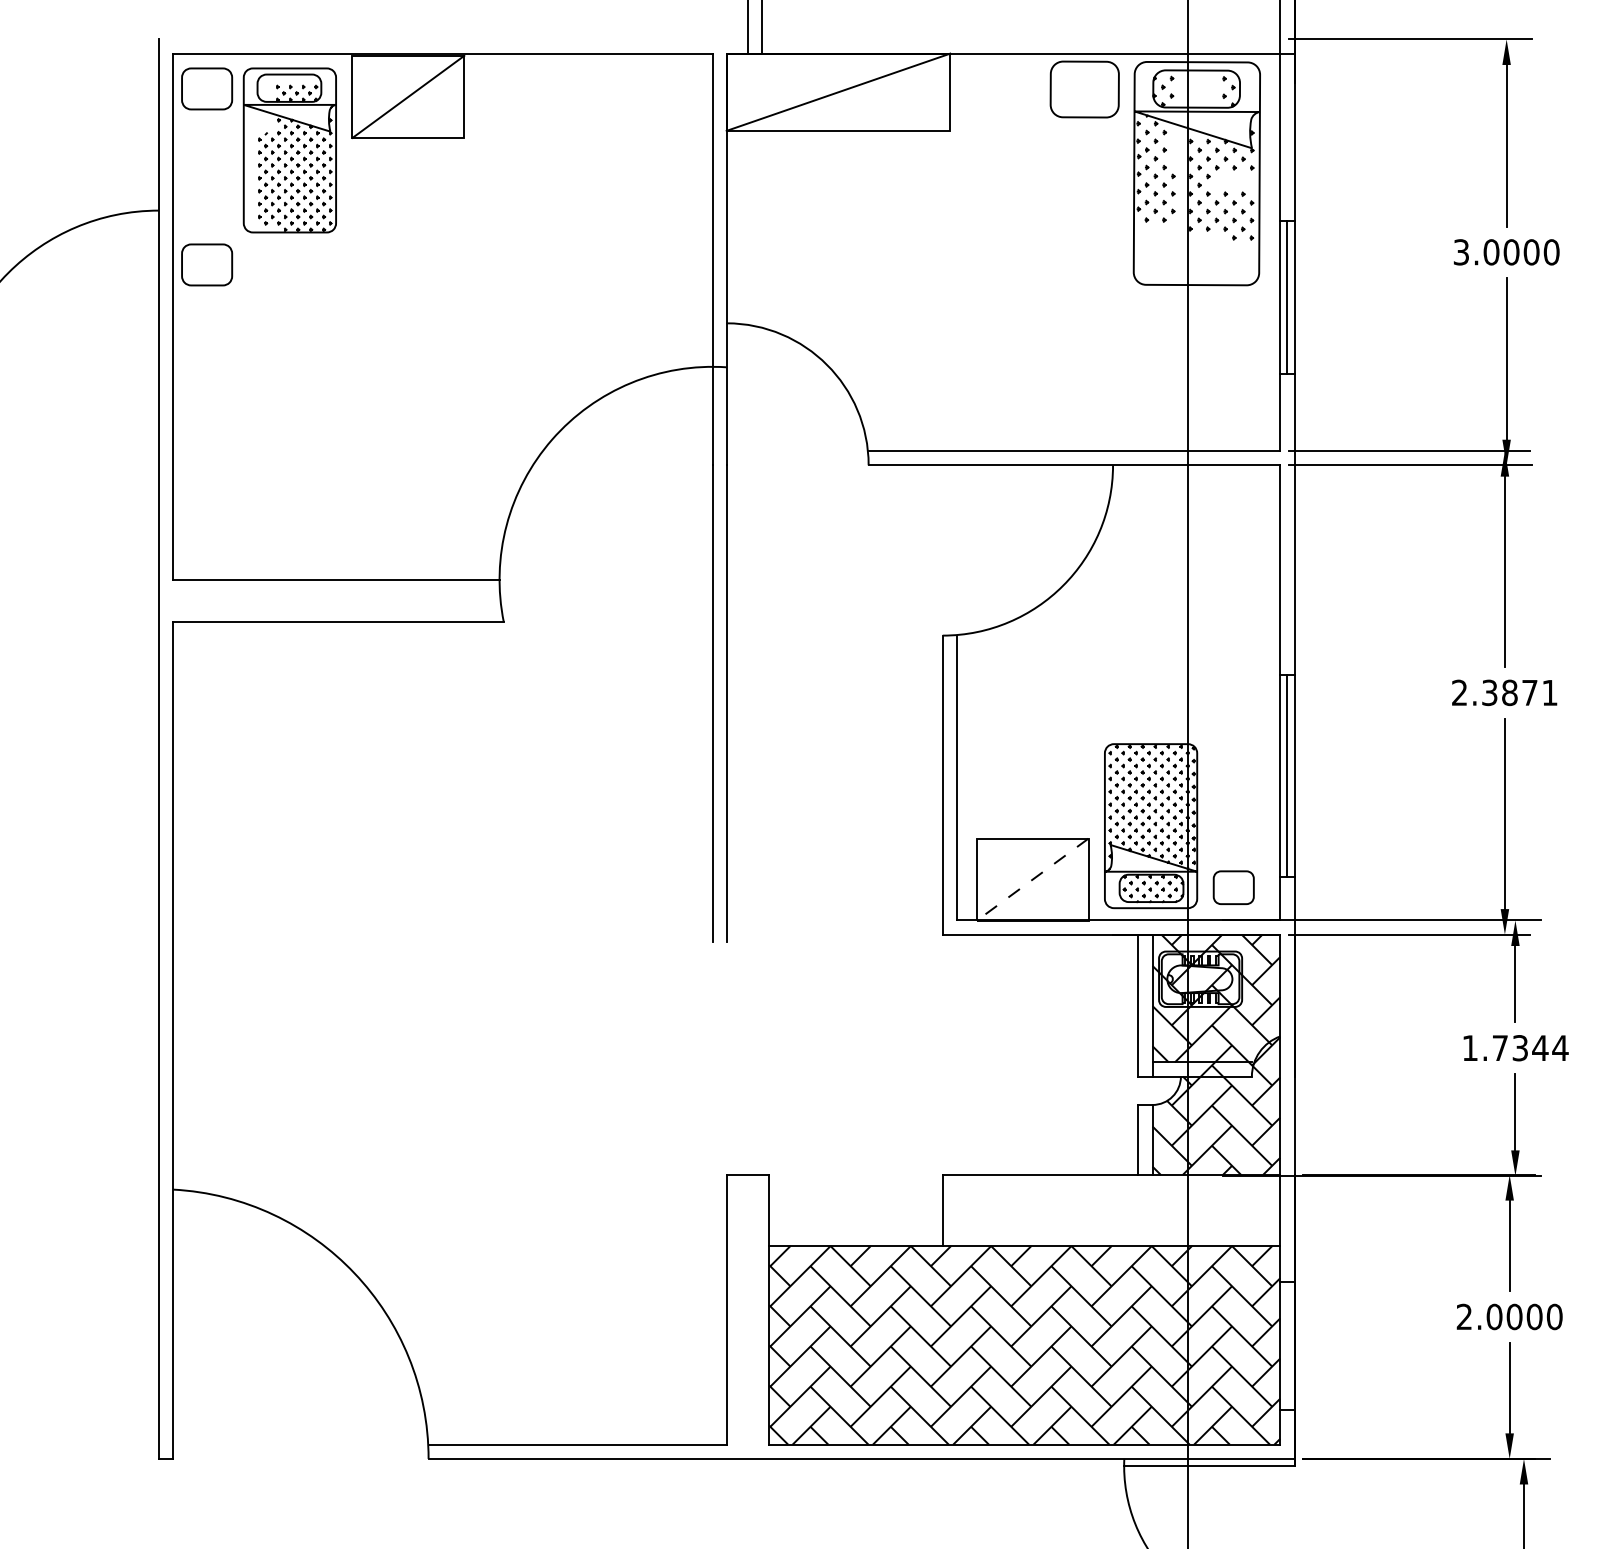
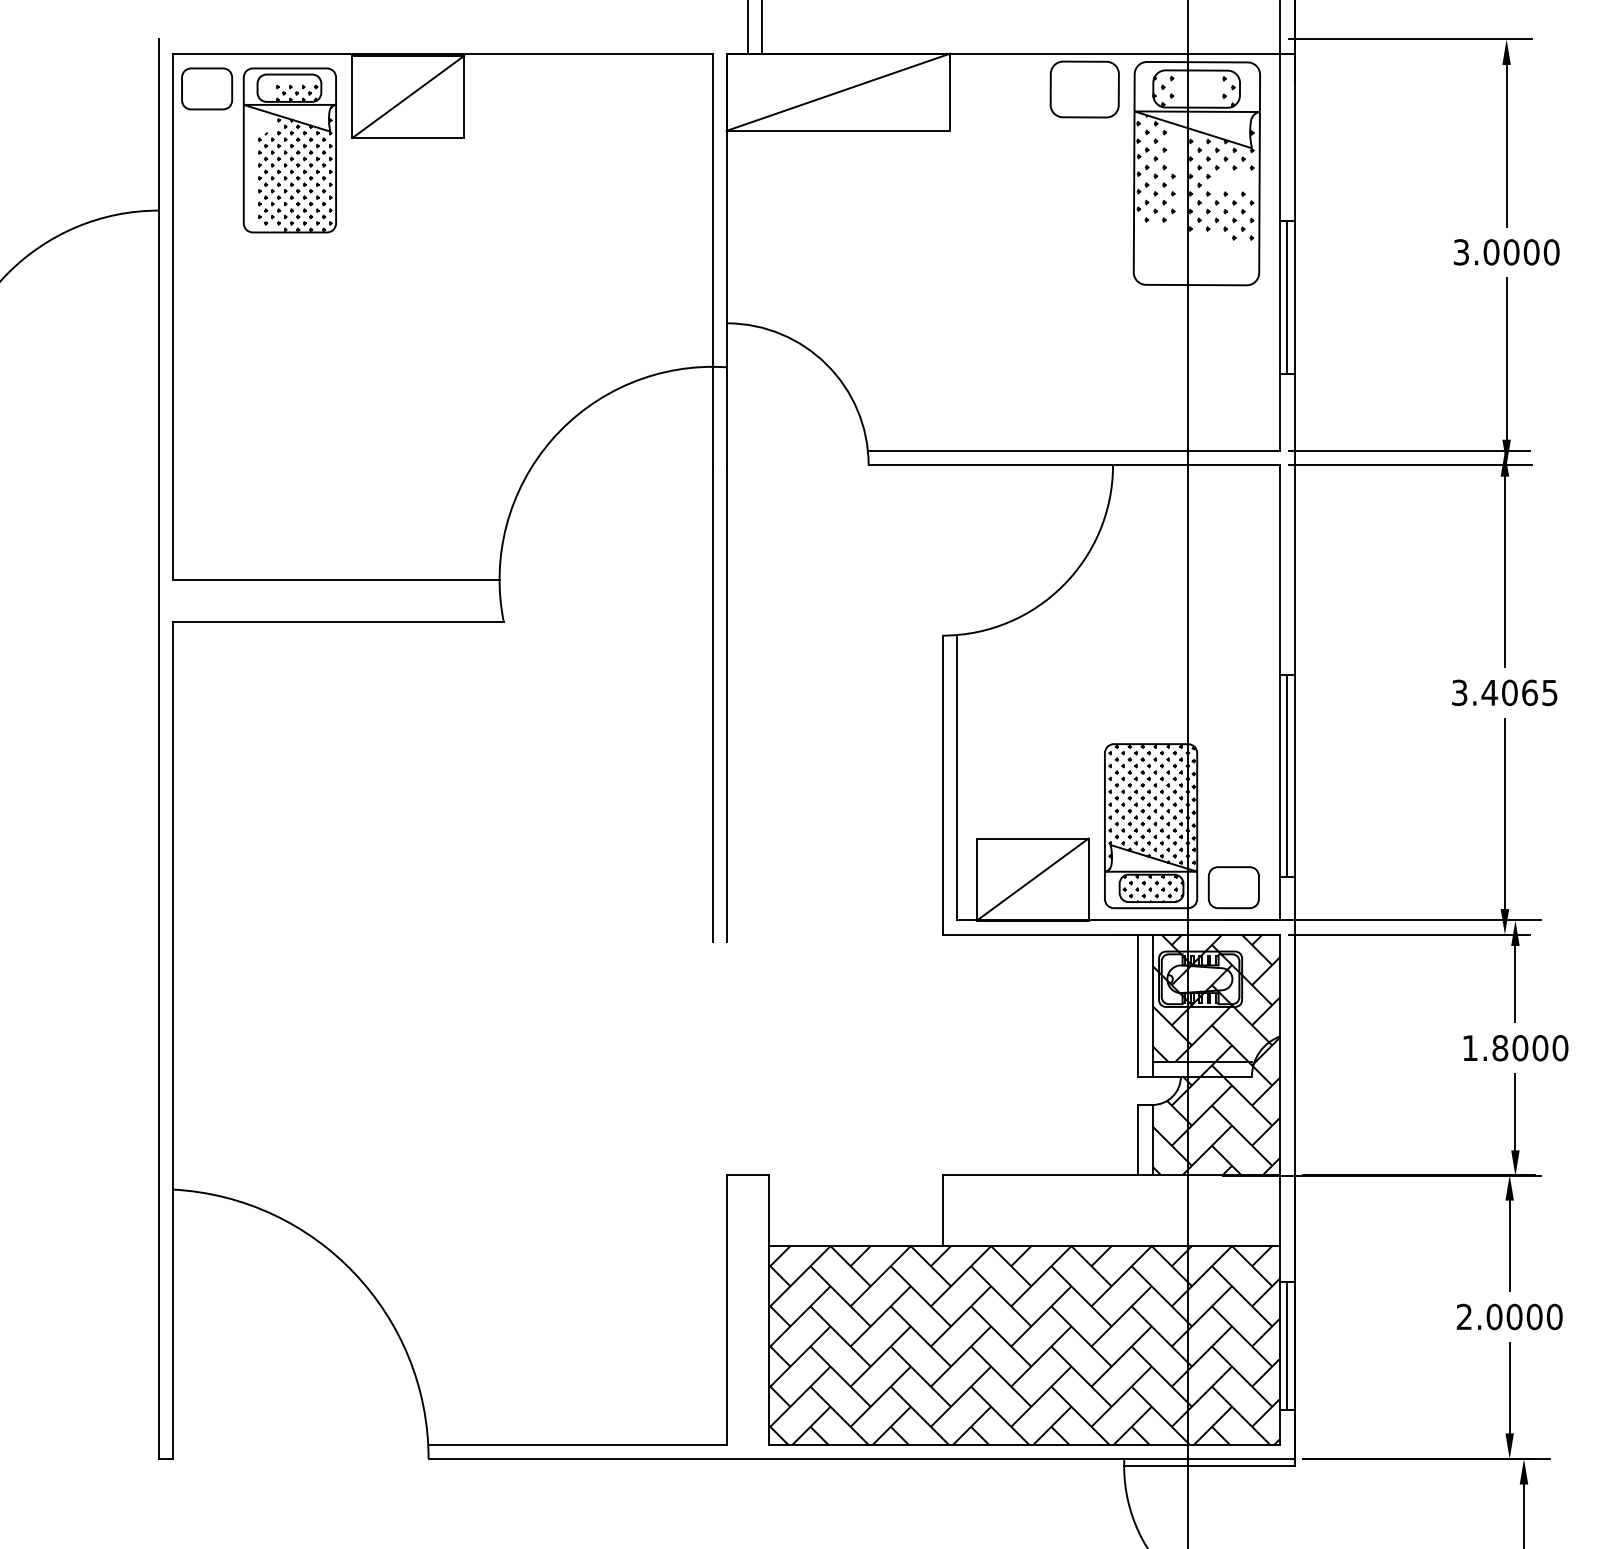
part at (207, 264): present -> none
text at (1504, 692): 2.3871 -> 3.4065
line at (1032, 880): dashed -> solid
part at (1233, 887) size: 43x35 px -> 53x44 px
text at (1530, 1048): 1.7344 -> 1.8000
line at (1287, 1345): none -> present
